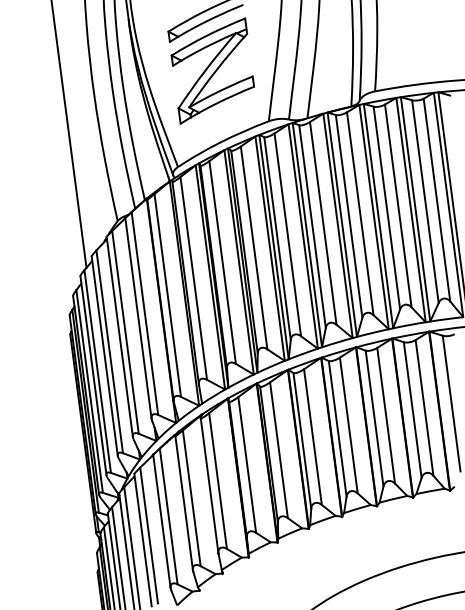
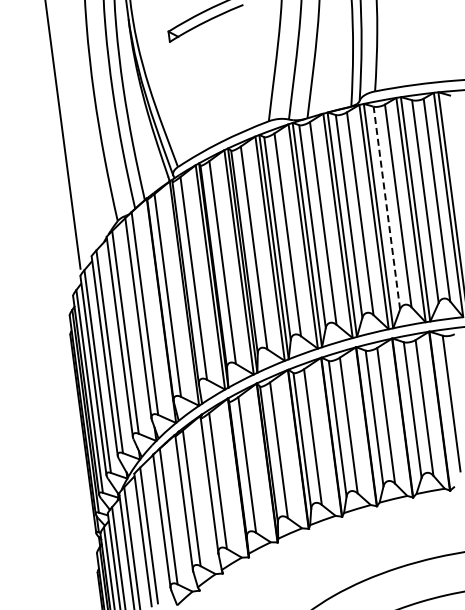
part at (212, 70): present -> none
line at (68, 134) position: (68, 134) -> (62, 135)
line at (386, 207): solid -> dashed
